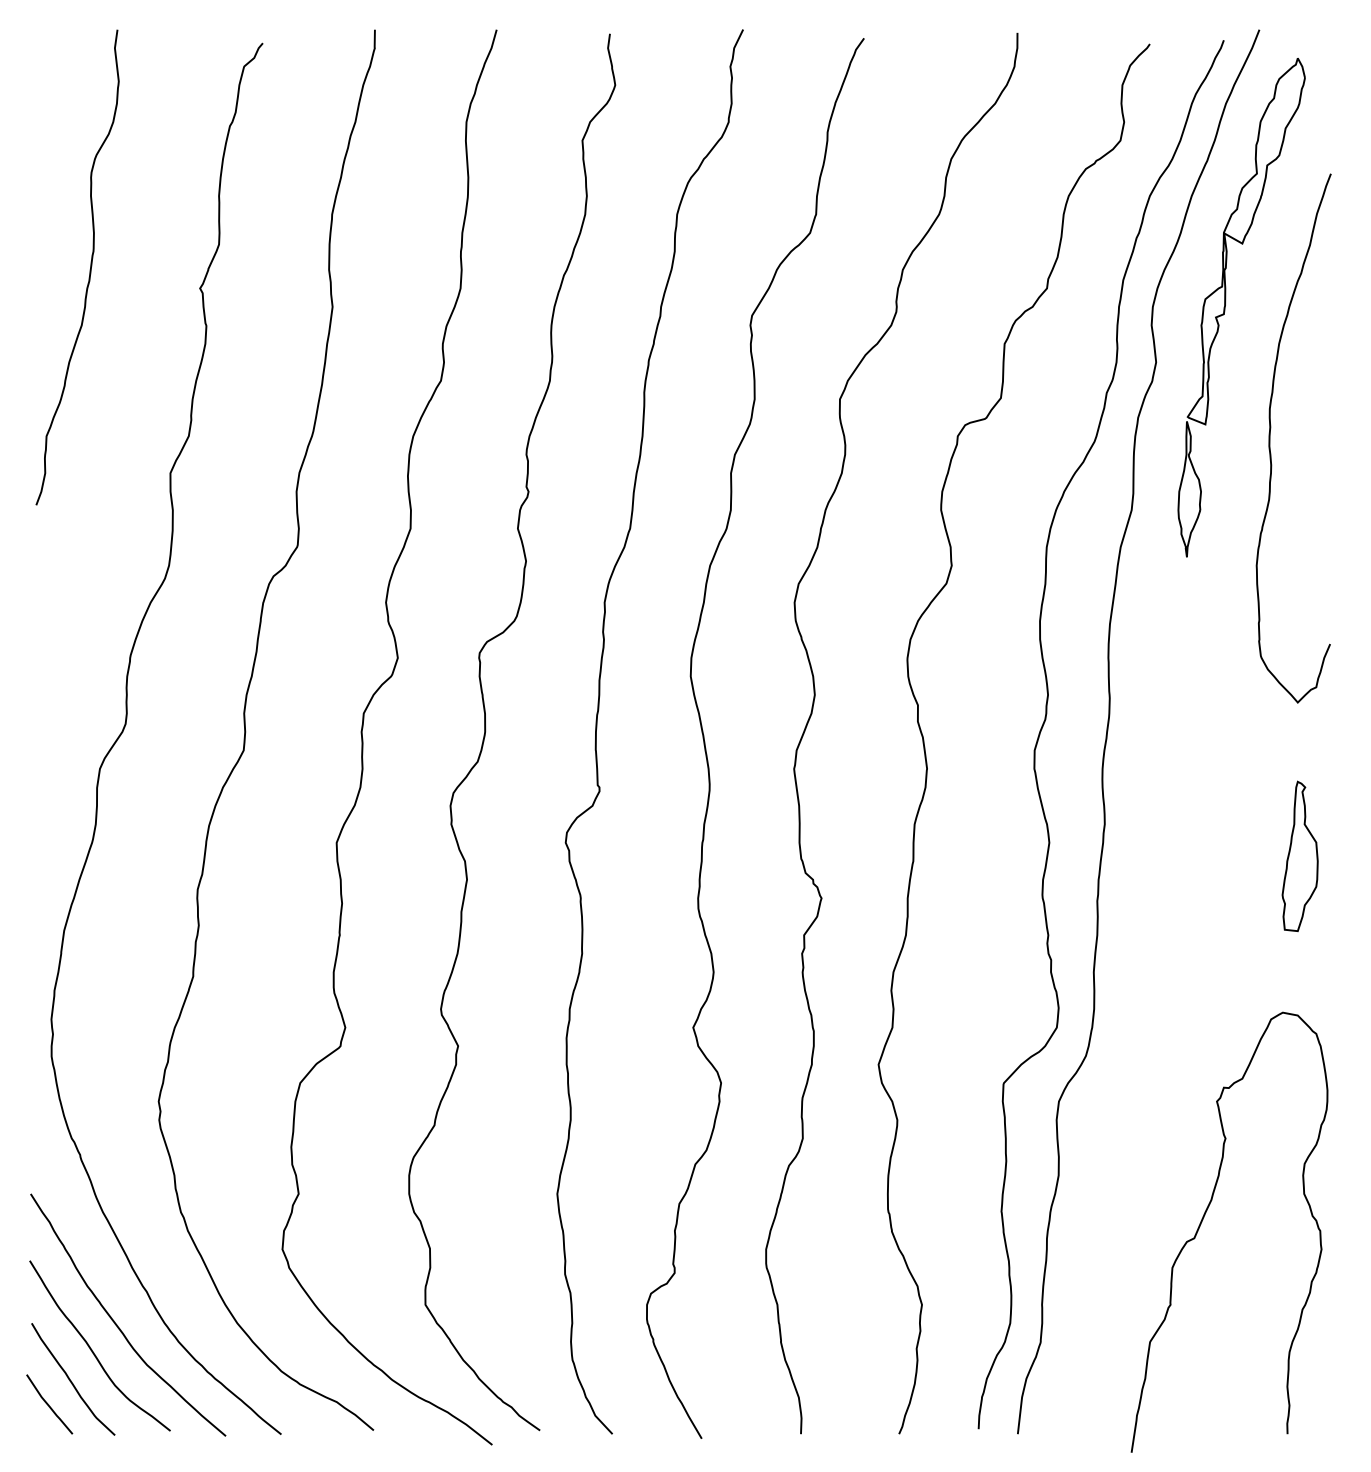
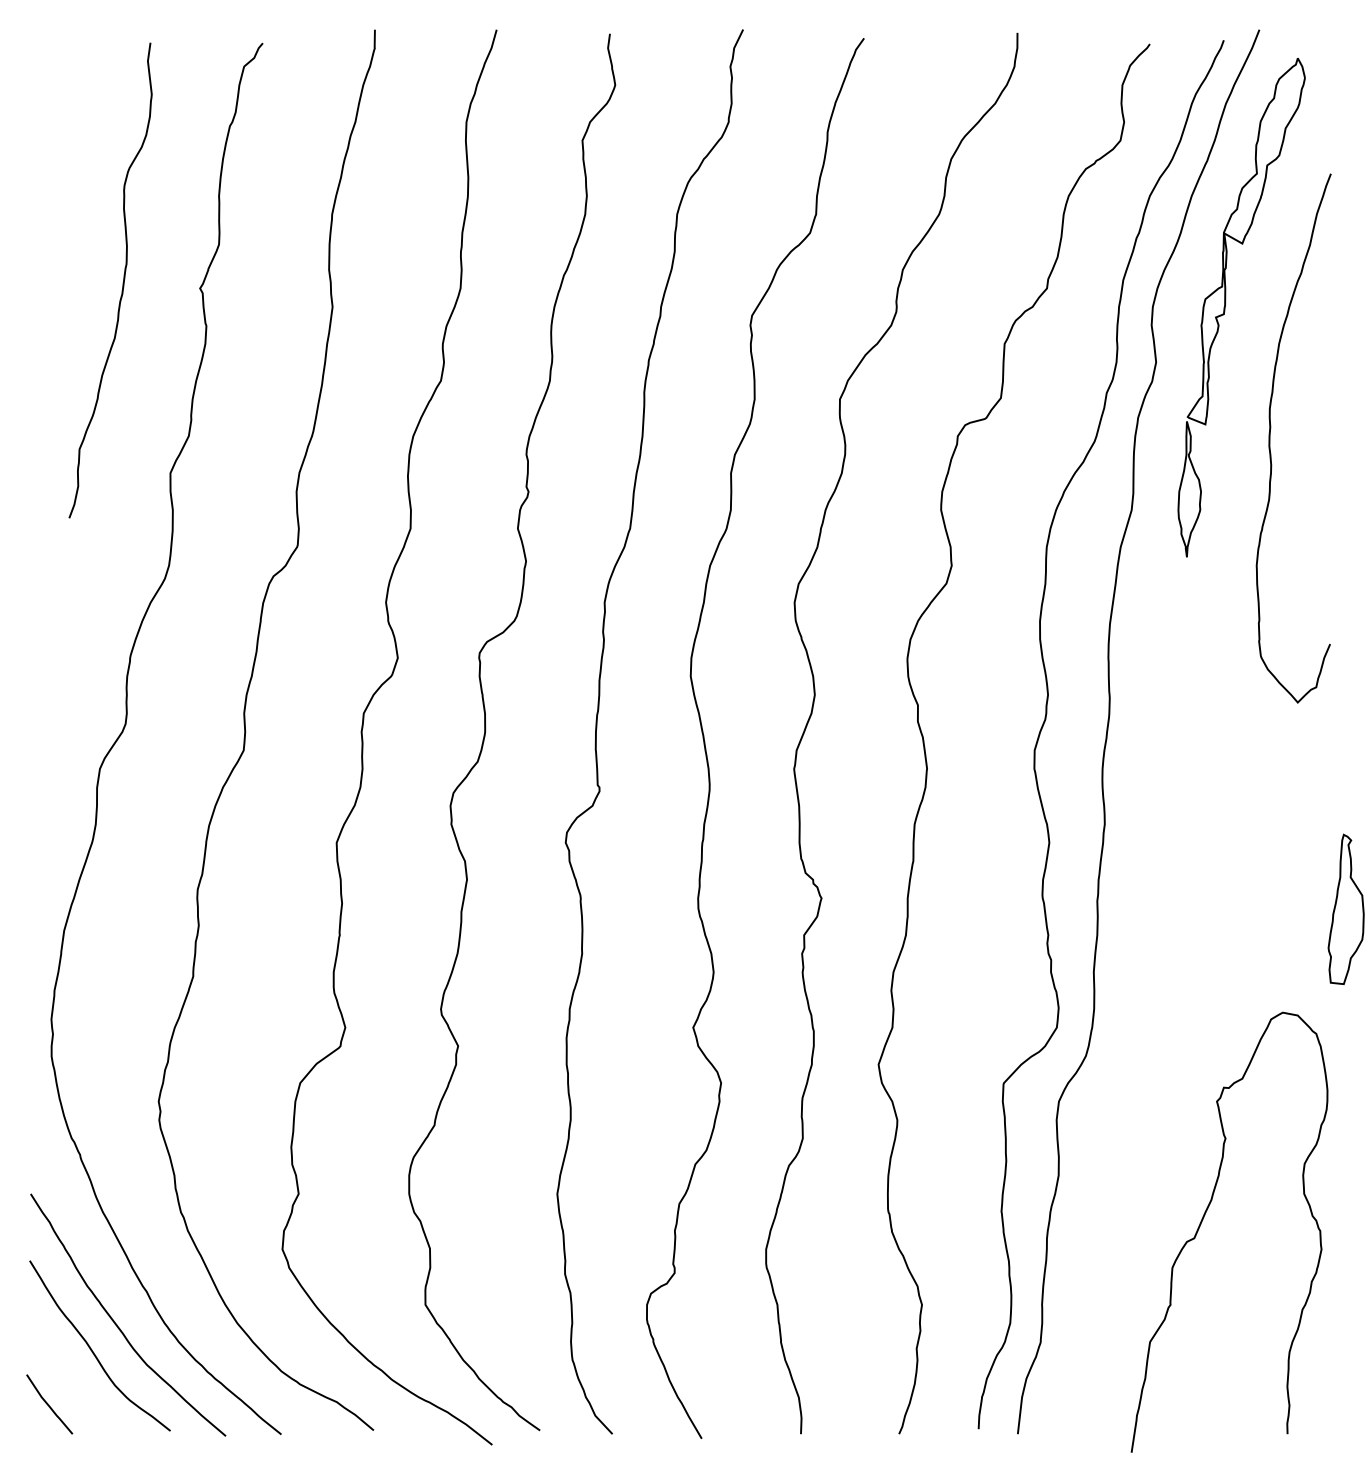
curve at (89, 269) position: (89, 269) -> (122, 282)
part at (1299, 855) position: (1299, 855) -> (1345, 908)
curve at (71, 1380): present -> none
